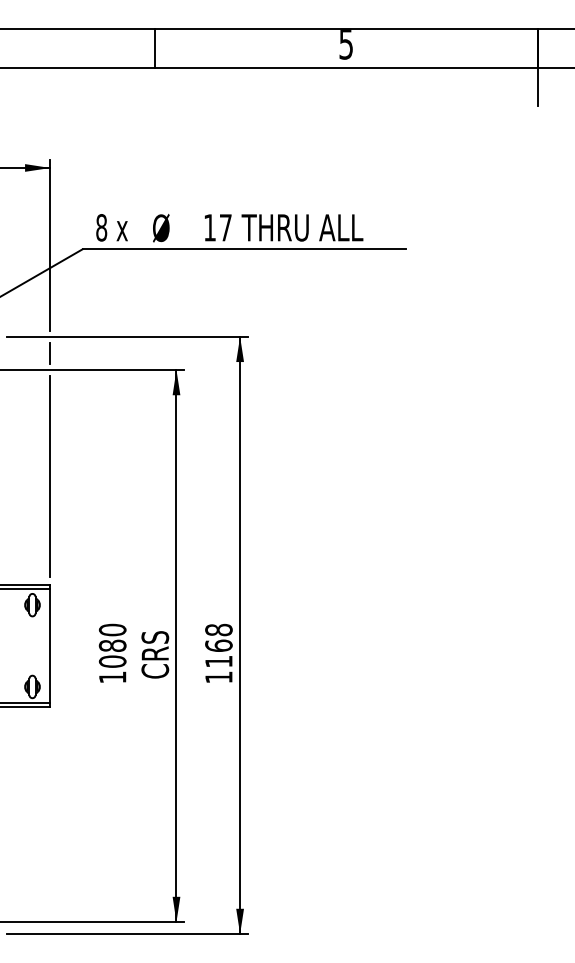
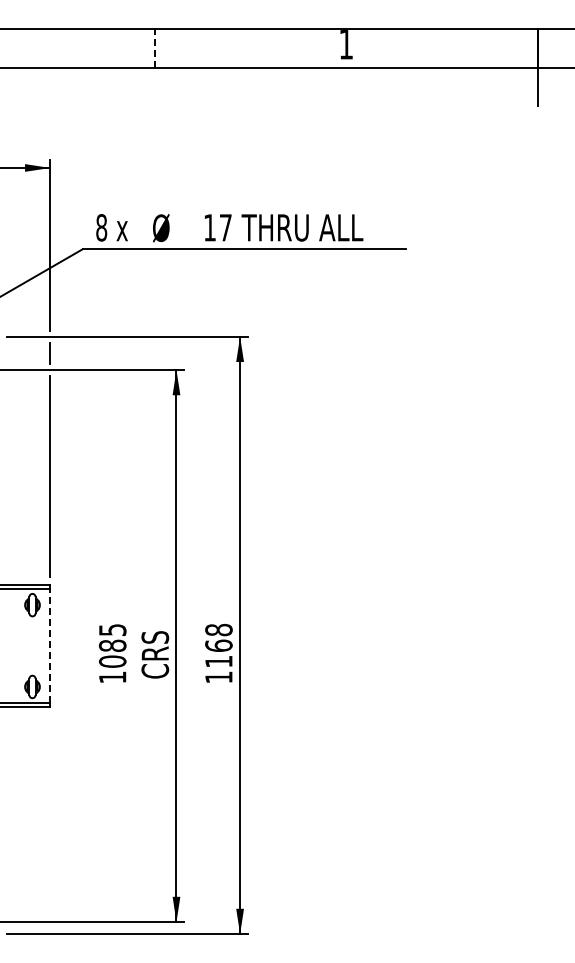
text at (345, 44): 5 -> 1
line at (154, 48): solid -> dashed
text at (112, 629): 1080 -> 1085
line at (50, 646): solid -> dashed
